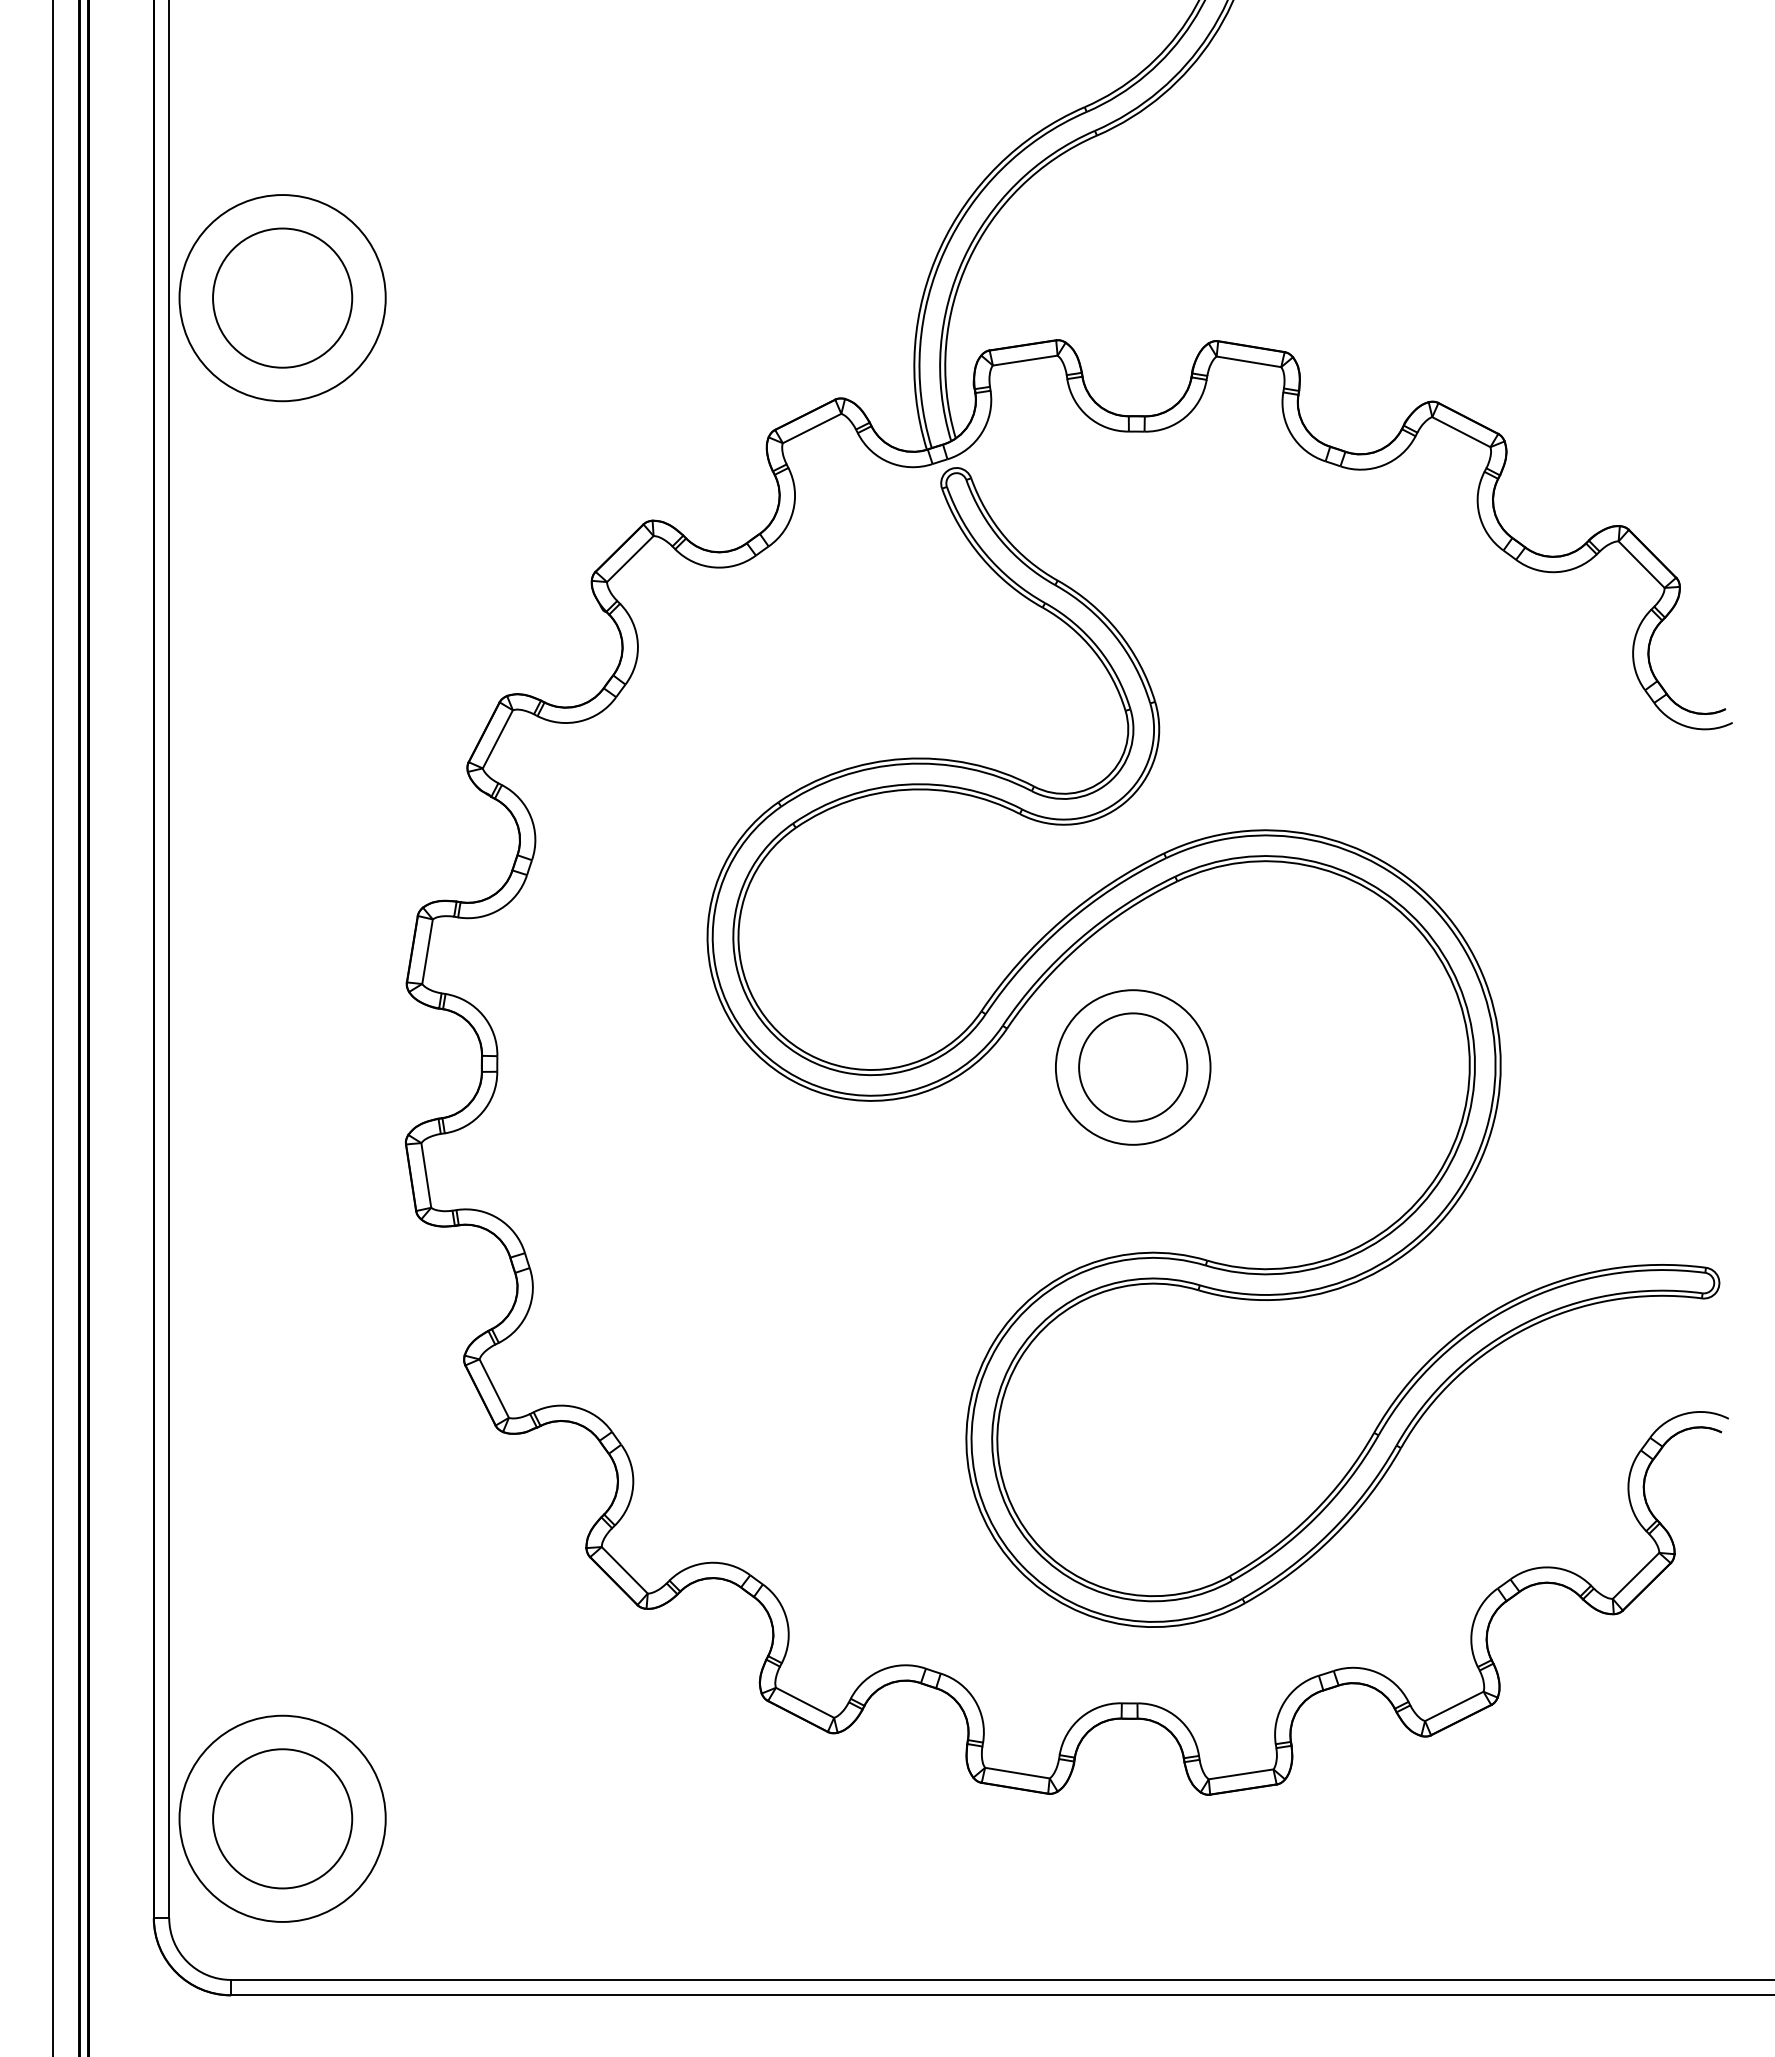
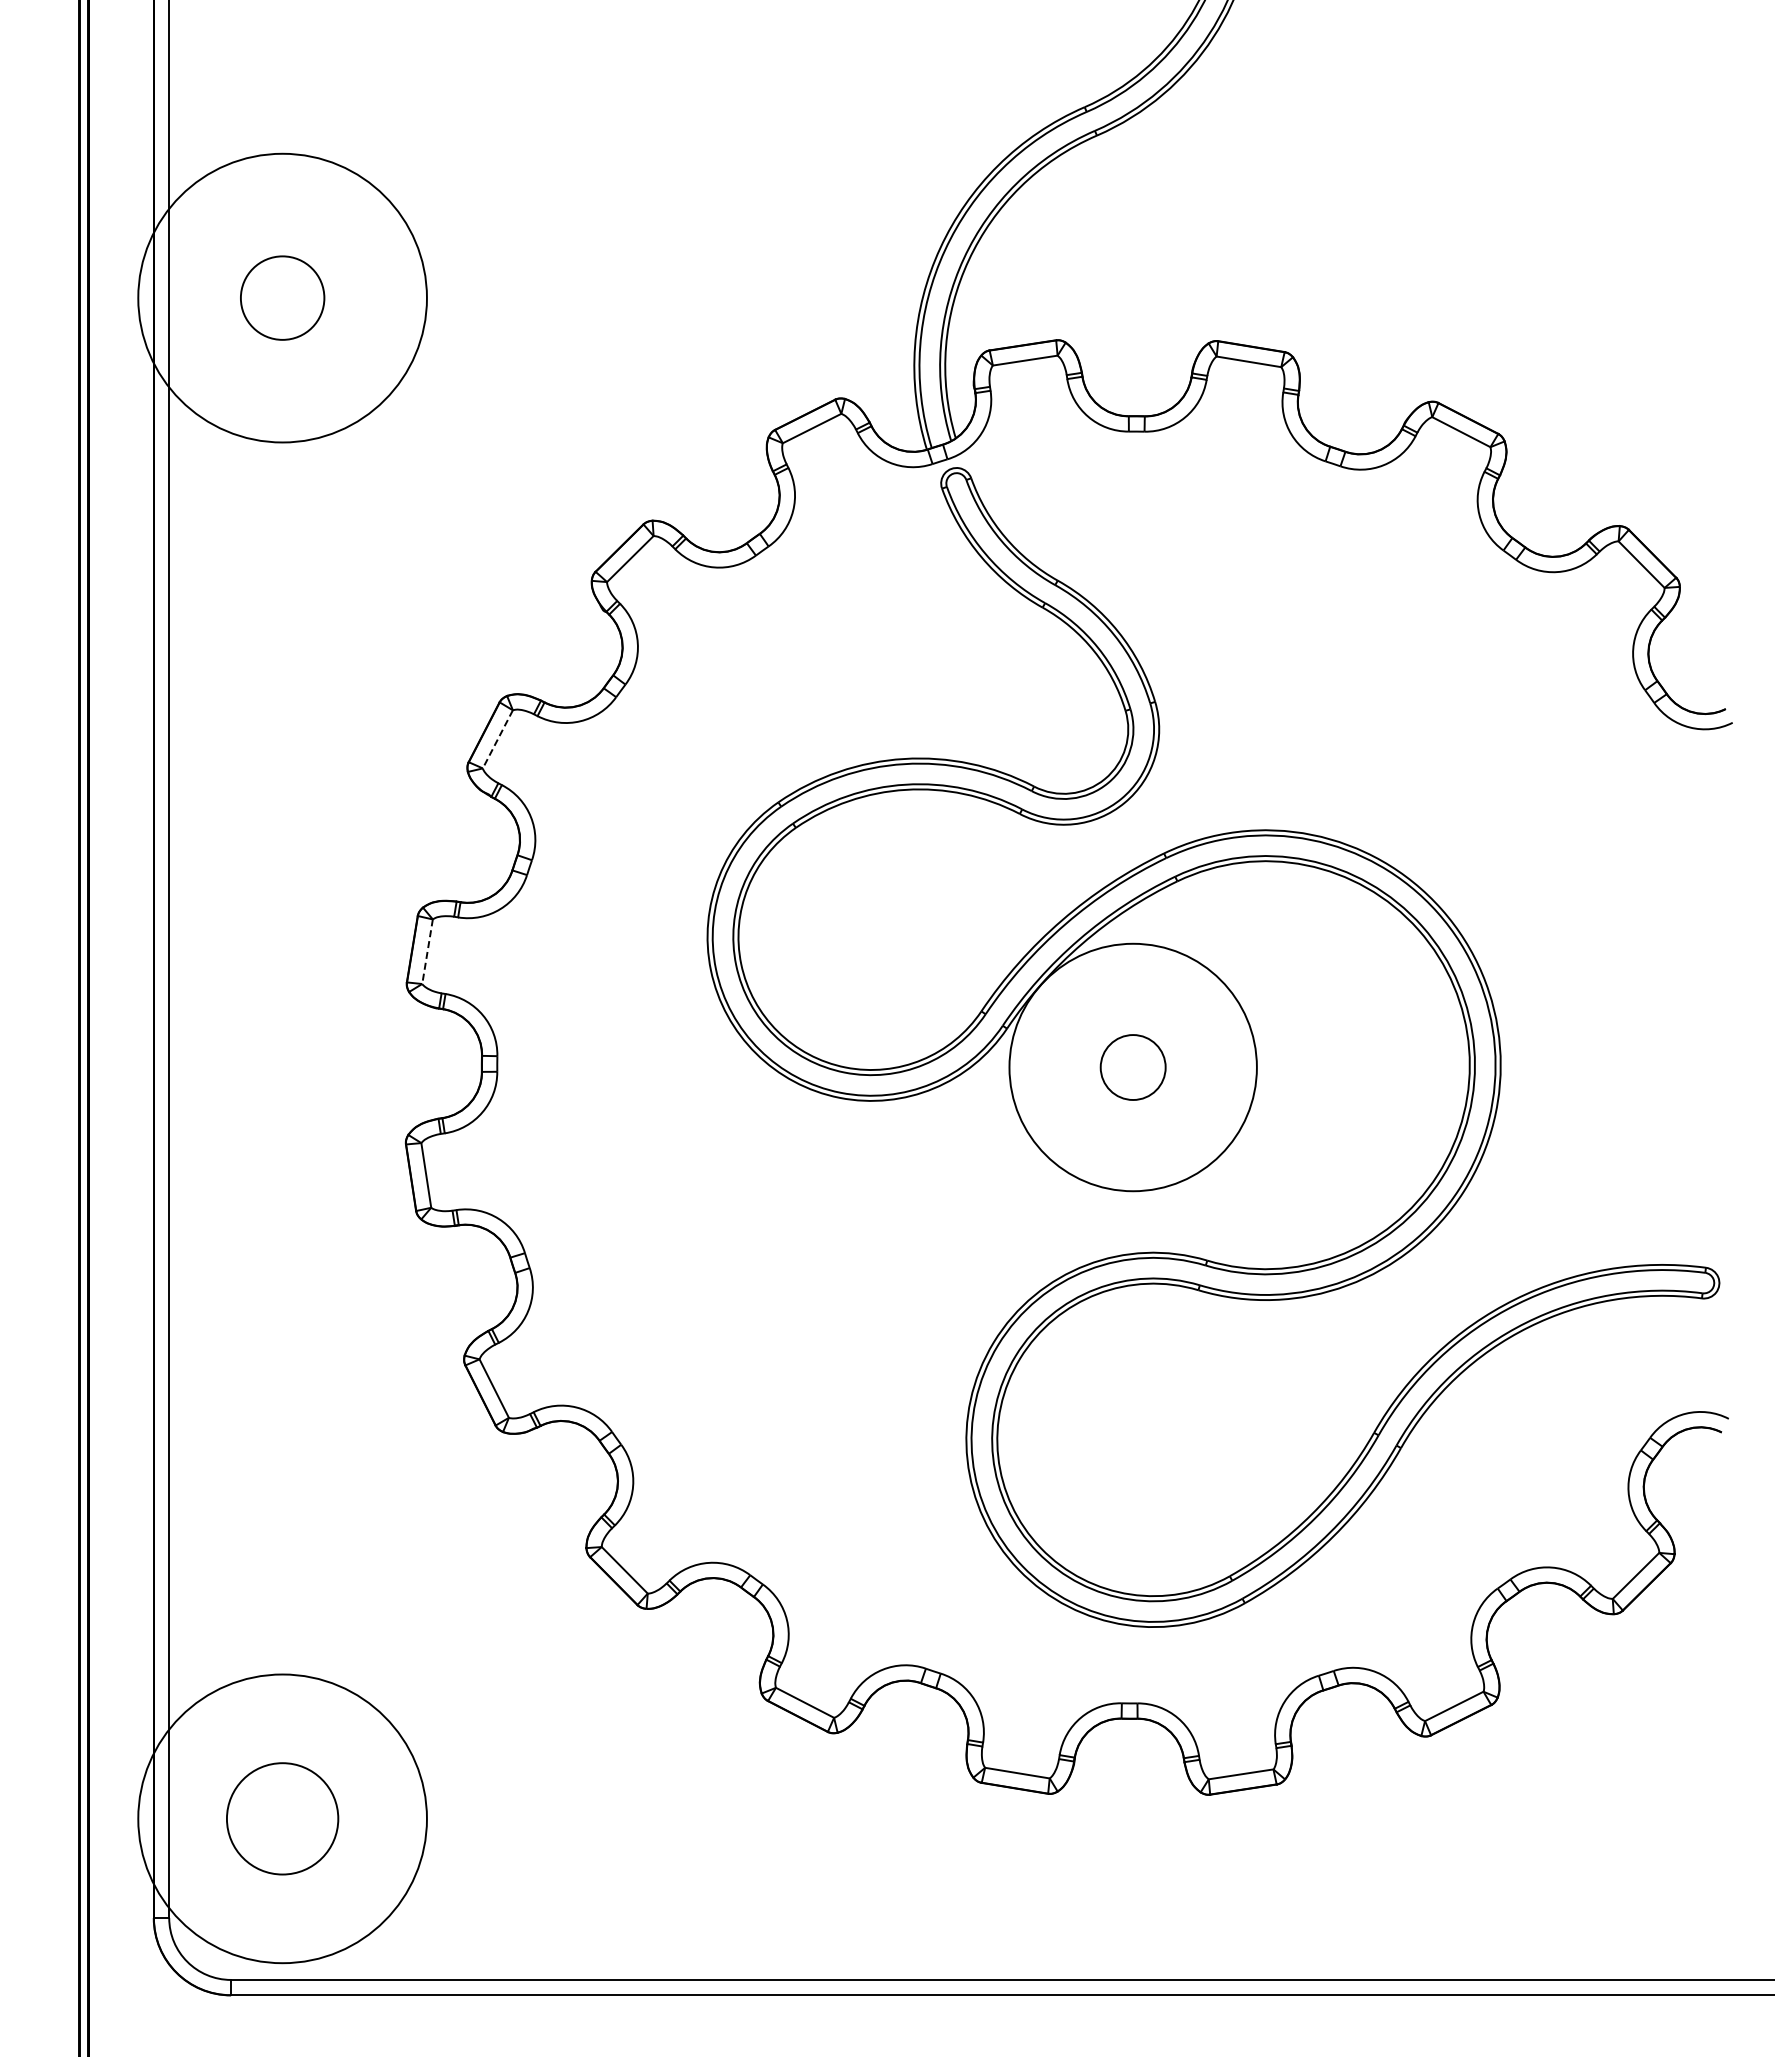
circle at (282, 297) diameter: 139 px -> 84 px
circle at (282, 298) diameter: 206 px -> 289 px
line at (497, 739): solid -> dashed
line at (427, 951): solid -> dashed
line at (53, 1027): present -> none
circle at (1132, 1067) diameter: 155 px -> 247 px
circle at (1133, 1067) diameter: 108 px -> 65 px
circle at (282, 1818) diameter: 139 px -> 111 px
circle at (282, 1818) diameter: 206 px -> 289 px
